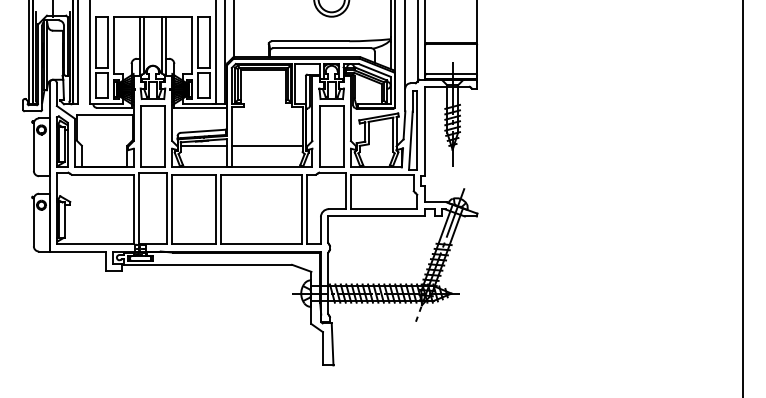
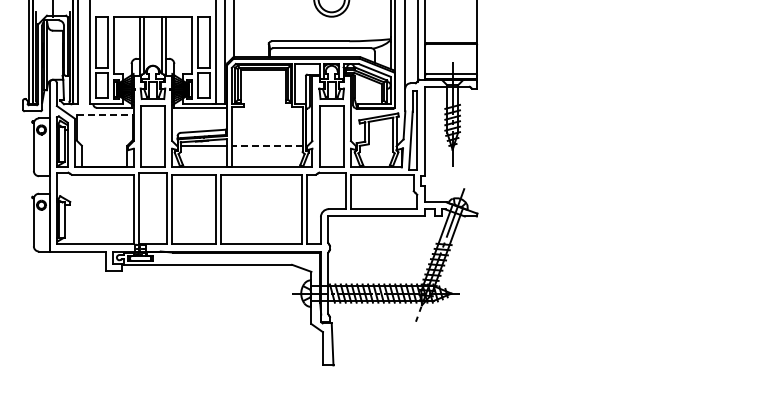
line at (105, 114): solid -> dashed
line at (266, 146): solid -> dashed
line at (743, 198): present -> none
